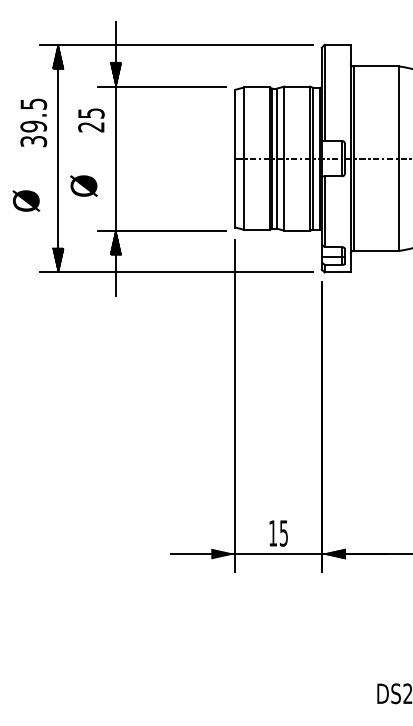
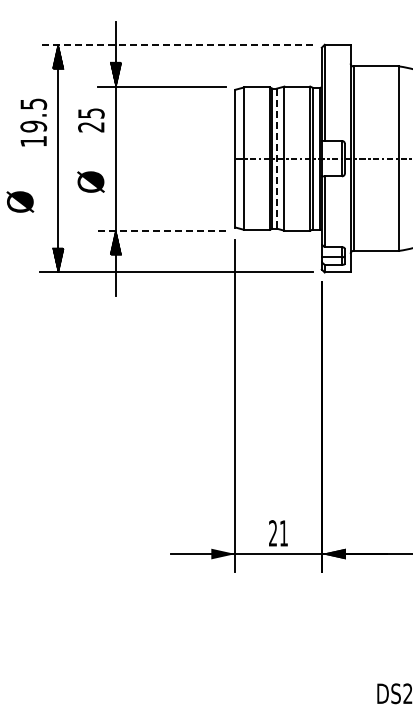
line at (175, 44): solid -> dashed
text at (33, 141): 39.5 -> 19.5
line at (276, 159): solid -> dashed
text at (83, 185) position: (83, 185) -> (90, 181)
text at (26, 200) position: (26, 200) -> (20, 201)
line at (161, 230): solid -> dashed
text at (278, 533): 15 -> 21
